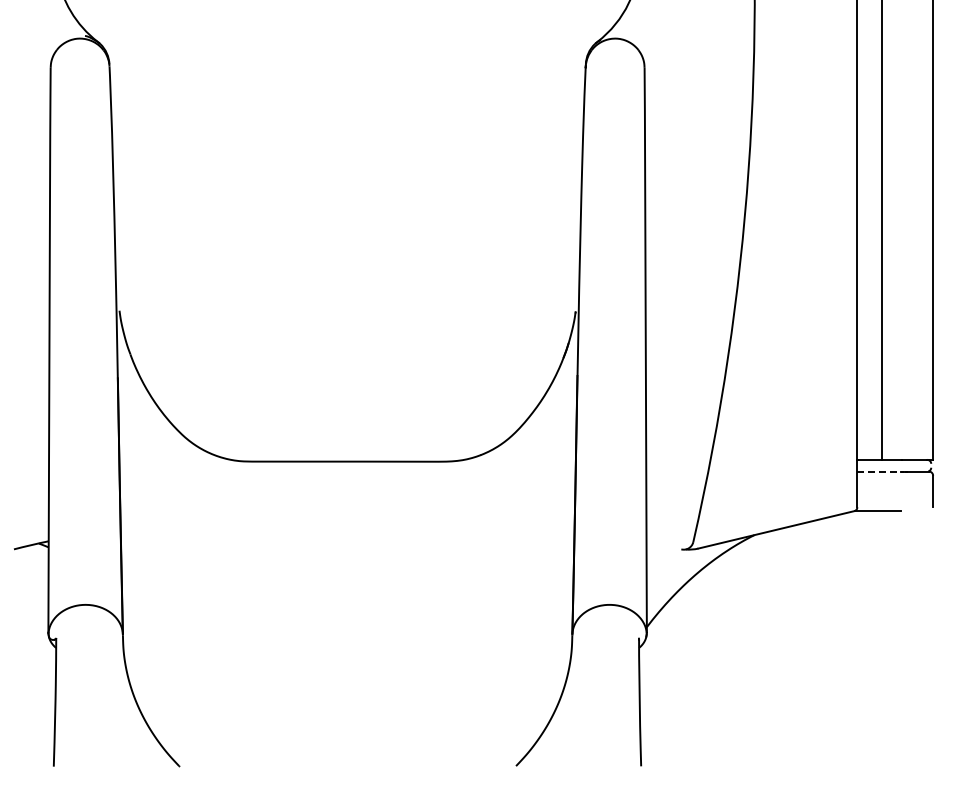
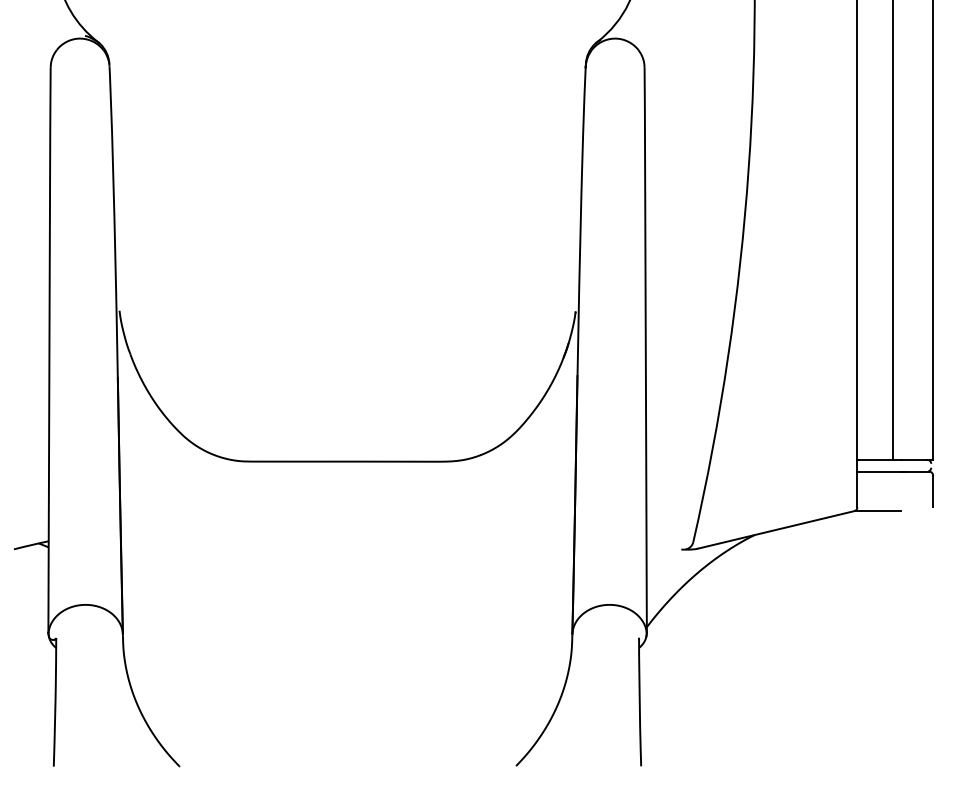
line at (882, 230) position: (882, 230) -> (893, 230)
line at (879, 471): dashed -> solid
